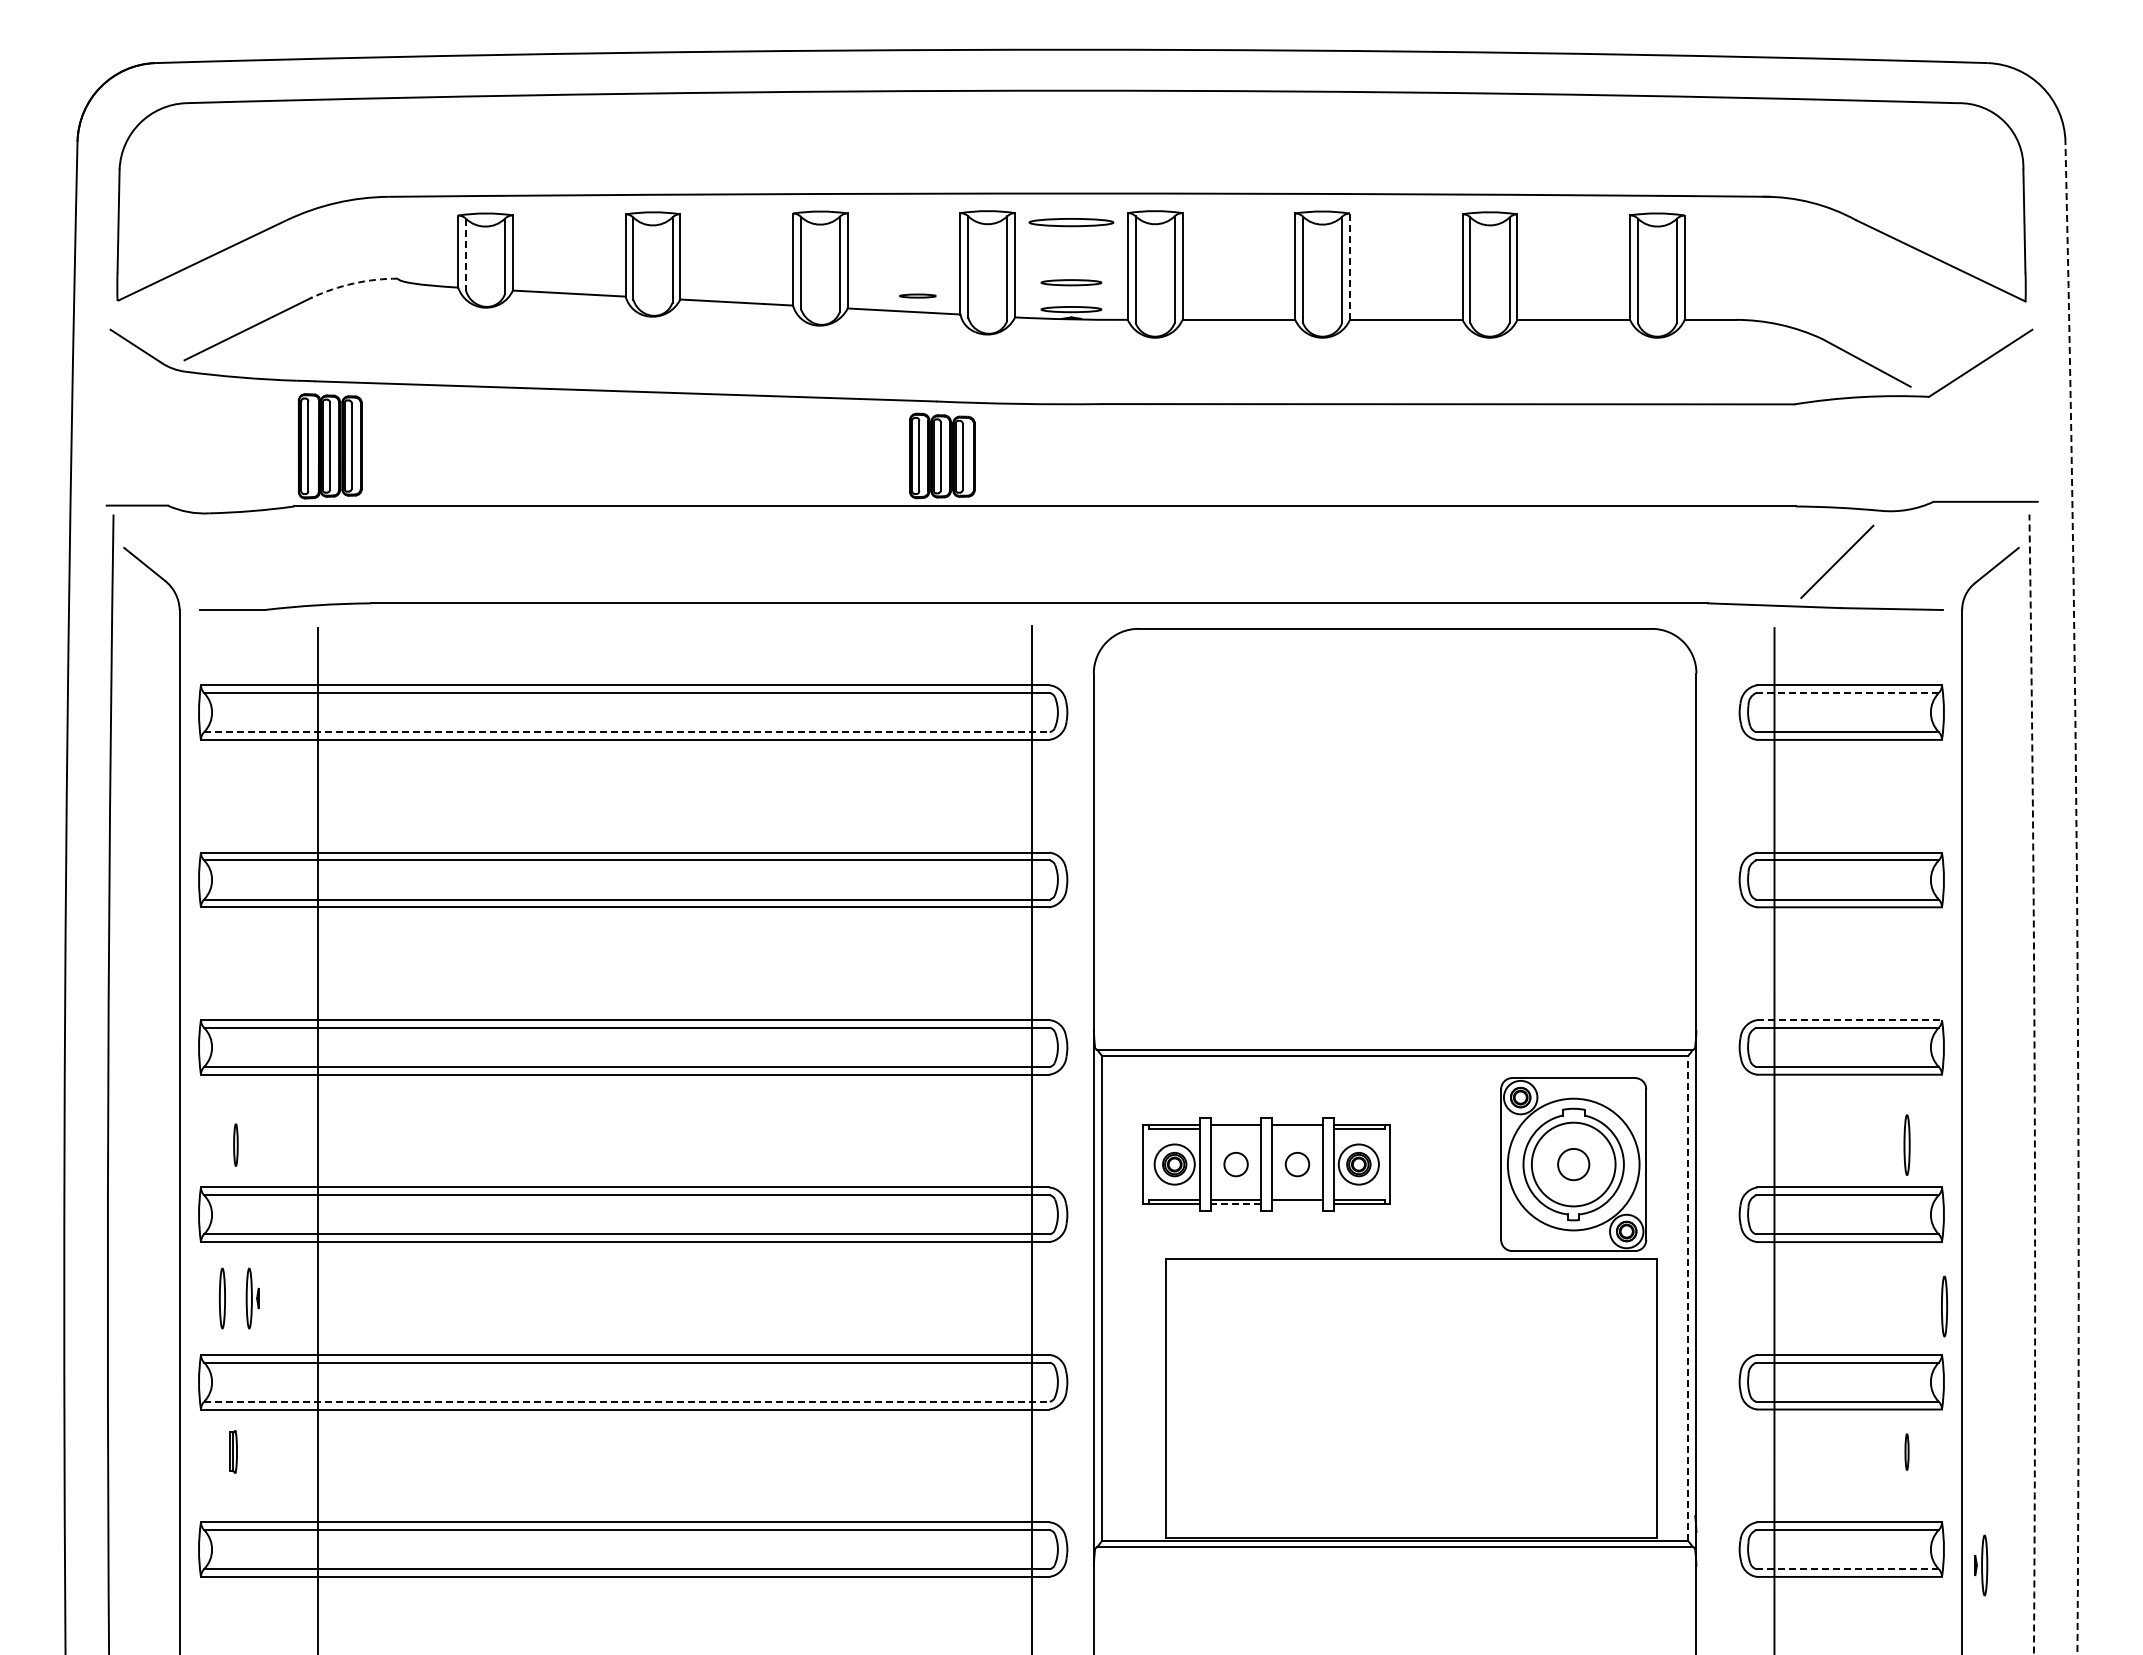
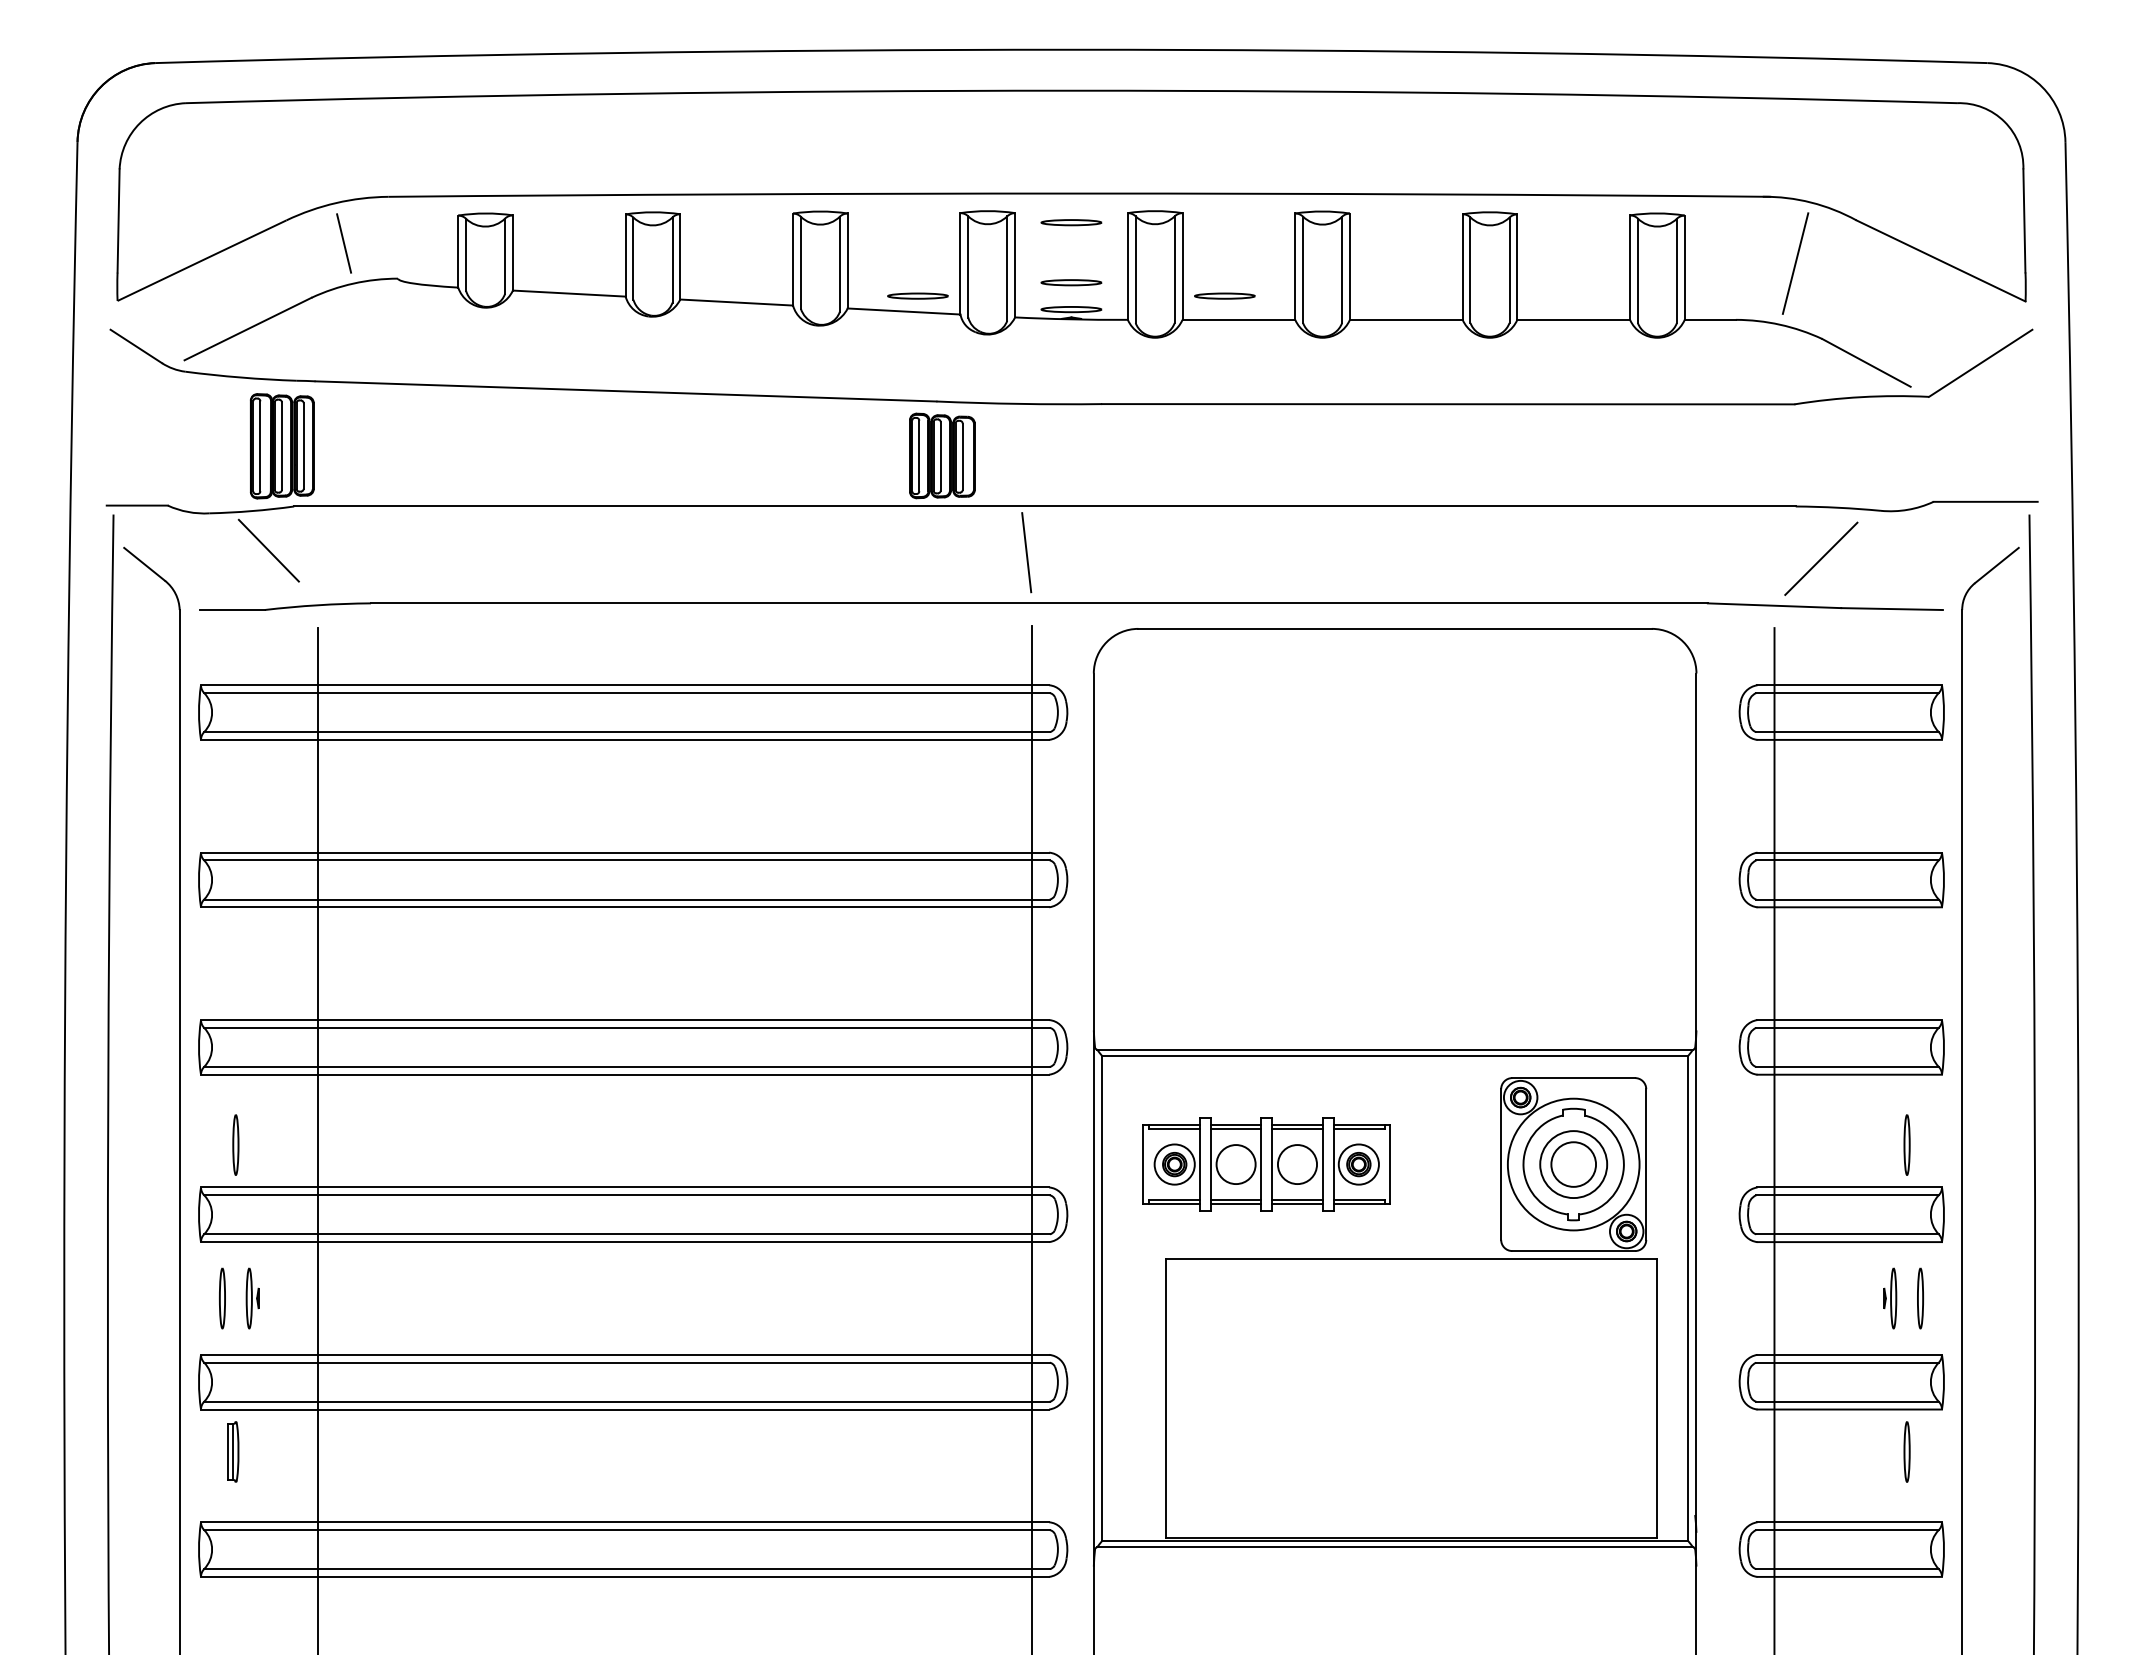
part at (1071, 222) size: 87x10 px -> 63x8 px
line at (343, 243): none -> present
line at (466, 255): dashed -> solid
line at (1795, 263): none -> present
line at (1349, 267): dashed -> solid
arc at (353, 283): dashed -> solid
part at (917, 295) size: 38x6 px -> 62x8 px
part at (1224, 295): none -> present
part at (329, 446) position: (329, 446) -> (281, 446)
line at (268, 550): none -> present
line at (1026, 552): none -> present
line at (1837, 561) position: (1837, 561) -> (1821, 558)
line at (1847, 693): dashed -> solid
line at (626, 732): dashed -> solid
arc at (2076, 898): dashed -> solid
line at (1850, 1020): dashed -> solid
arc at (2034, 1084): dashed -> solid
line at (1236, 1129): none -> present
line at (1297, 1129): none -> present
part at (235, 1144) size: 6x44 px -> 8x62 px
circle at (1235, 1164) diameter: 23 px -> 39 px
circle at (1297, 1164) diameter: 23 px -> 39 px
circle at (1573, 1164) diameter: 31 px -> 45 px
circle at (1573, 1164) diameter: 84 px -> 67 px
line at (1235, 1204): dashed -> solid
line at (1297, 1204): none -> present
line at (1688, 1298): dashed -> solid
part at (1944, 1306) position: (1944, 1306) -> (1920, 1298)
line at (626, 1401): dashed -> solid
part at (233, 1451) size: 9x44 px -> 13x62 px
part at (1906, 1451) size: 6x38 px -> 8x62 px
part at (1981, 1565) position: (1981, 1565) -> (1890, 1298)
line at (1847, 1569): dashed -> solid
